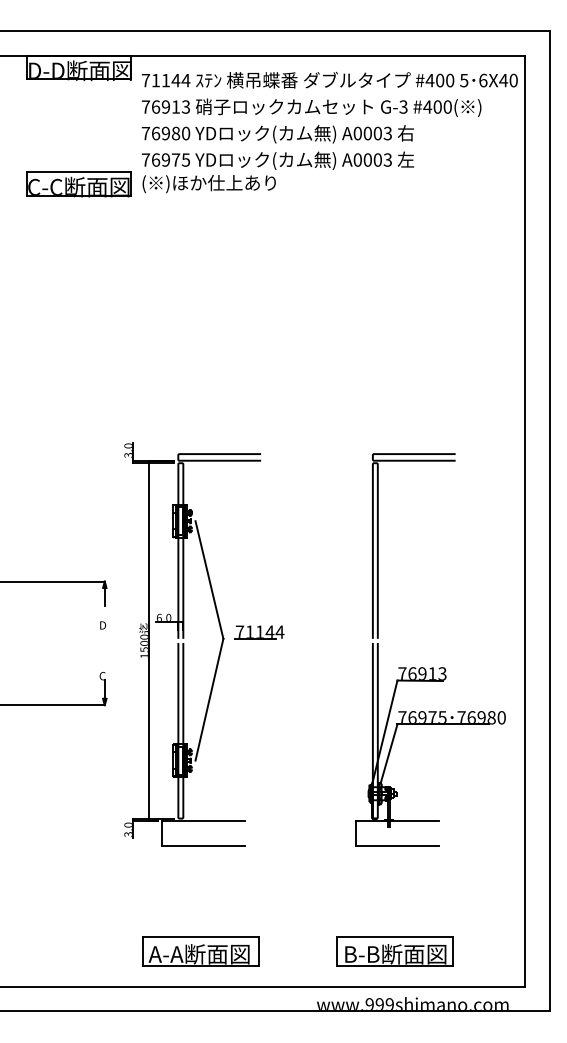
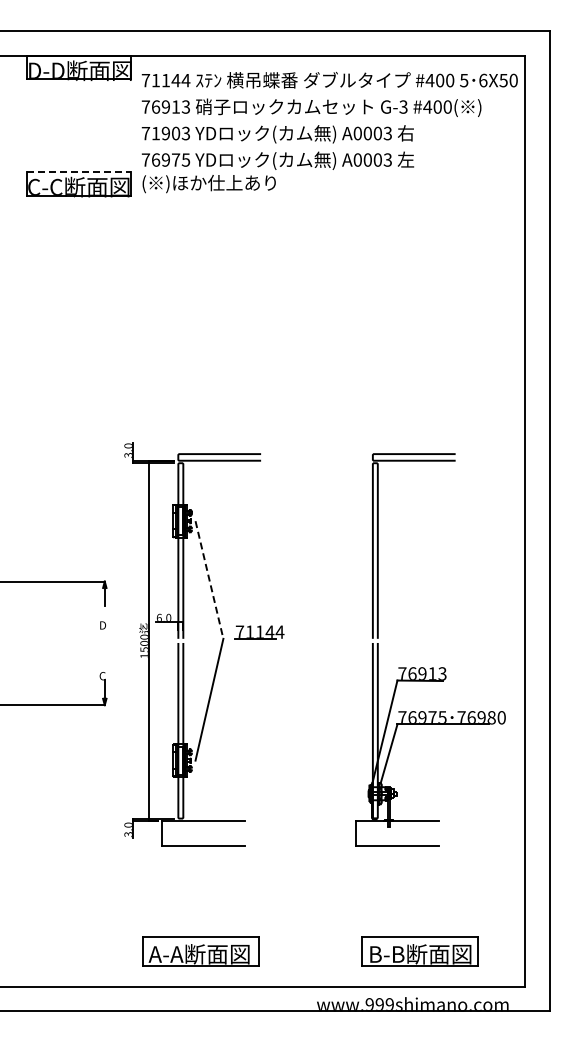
text at (503, 80): 6X40 -> 6X50
text at (171, 133): 76980 -> 71903
line at (79, 172): solid -> dashed
line at (209, 580): solid -> dashed
part at (394, 951) position: (394, 951) -> (419, 951)
